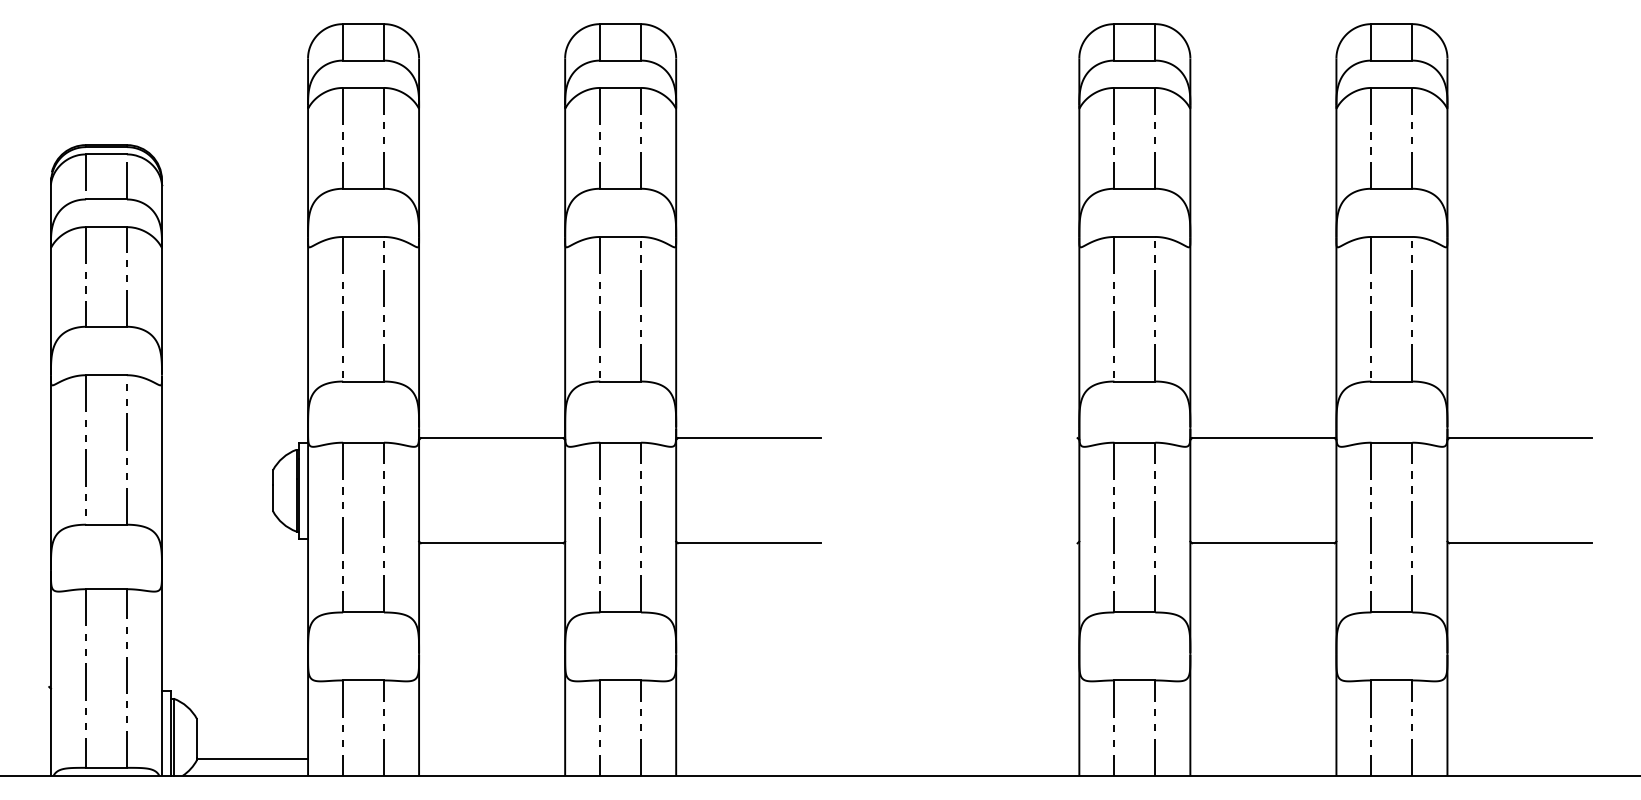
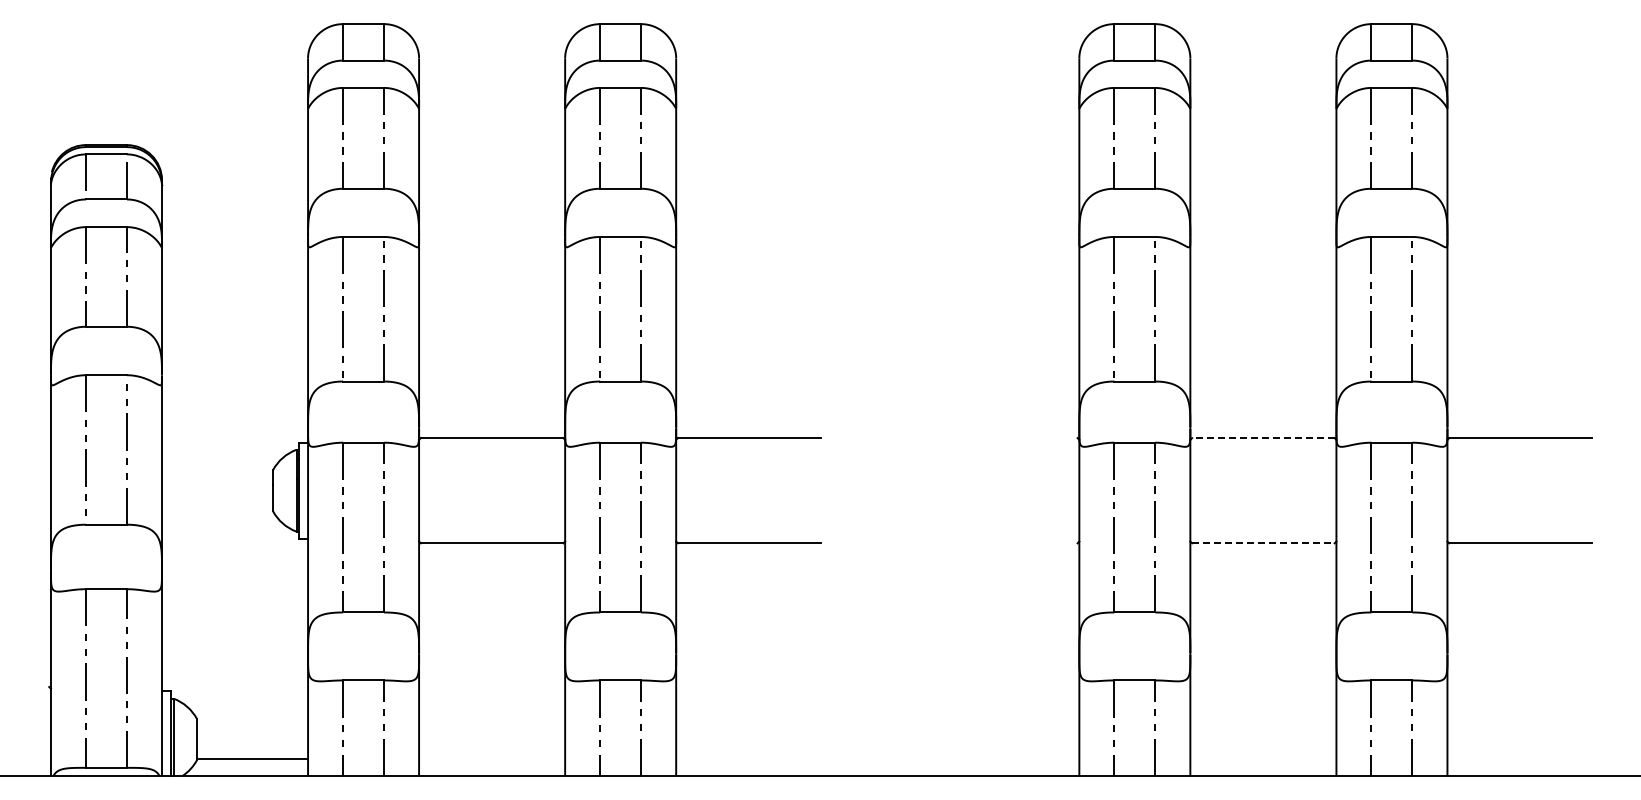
line at (1262, 438): solid -> dashed
line at (1263, 543): solid -> dashed
